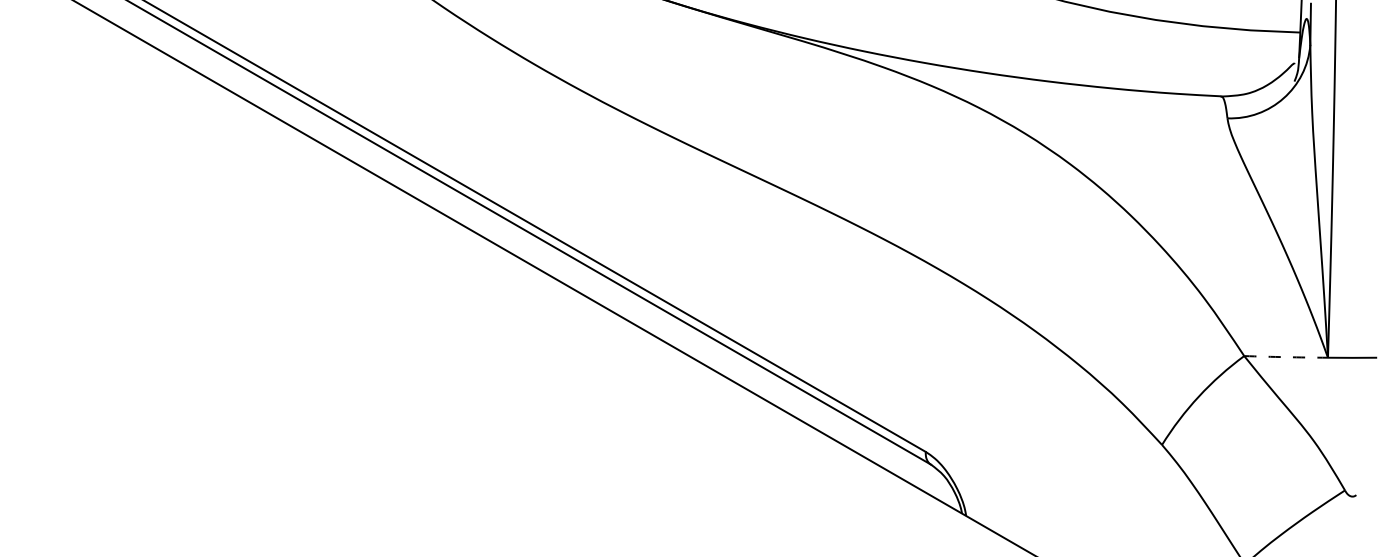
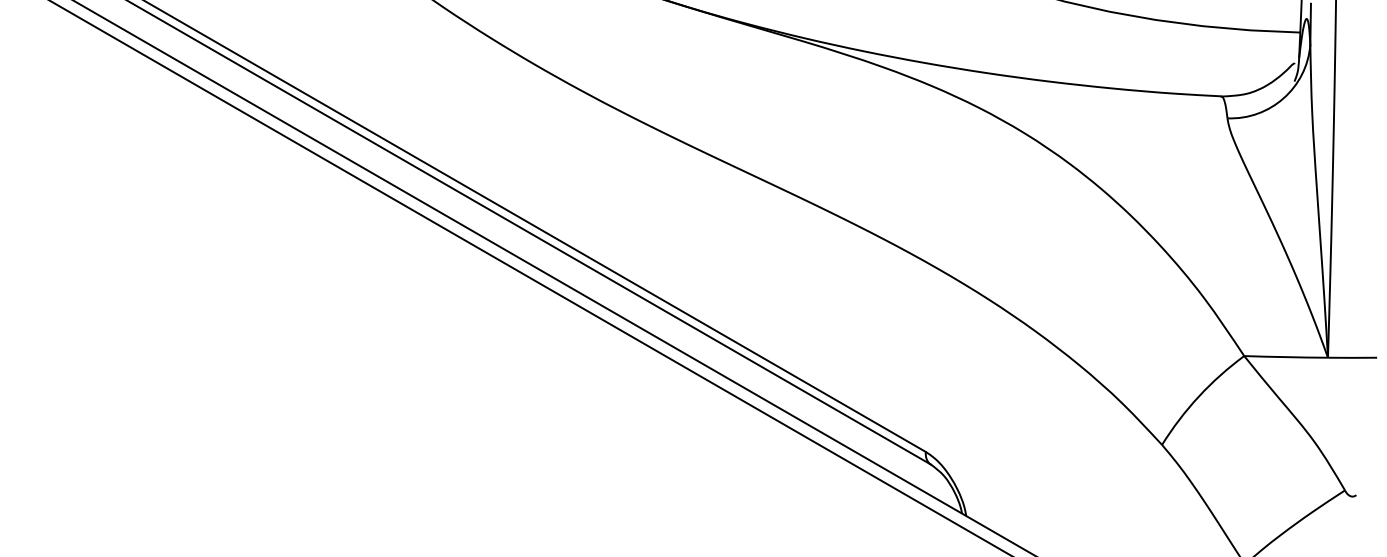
line at (529, 277): none -> present
arc at (1286, 357): dashed -> solid
